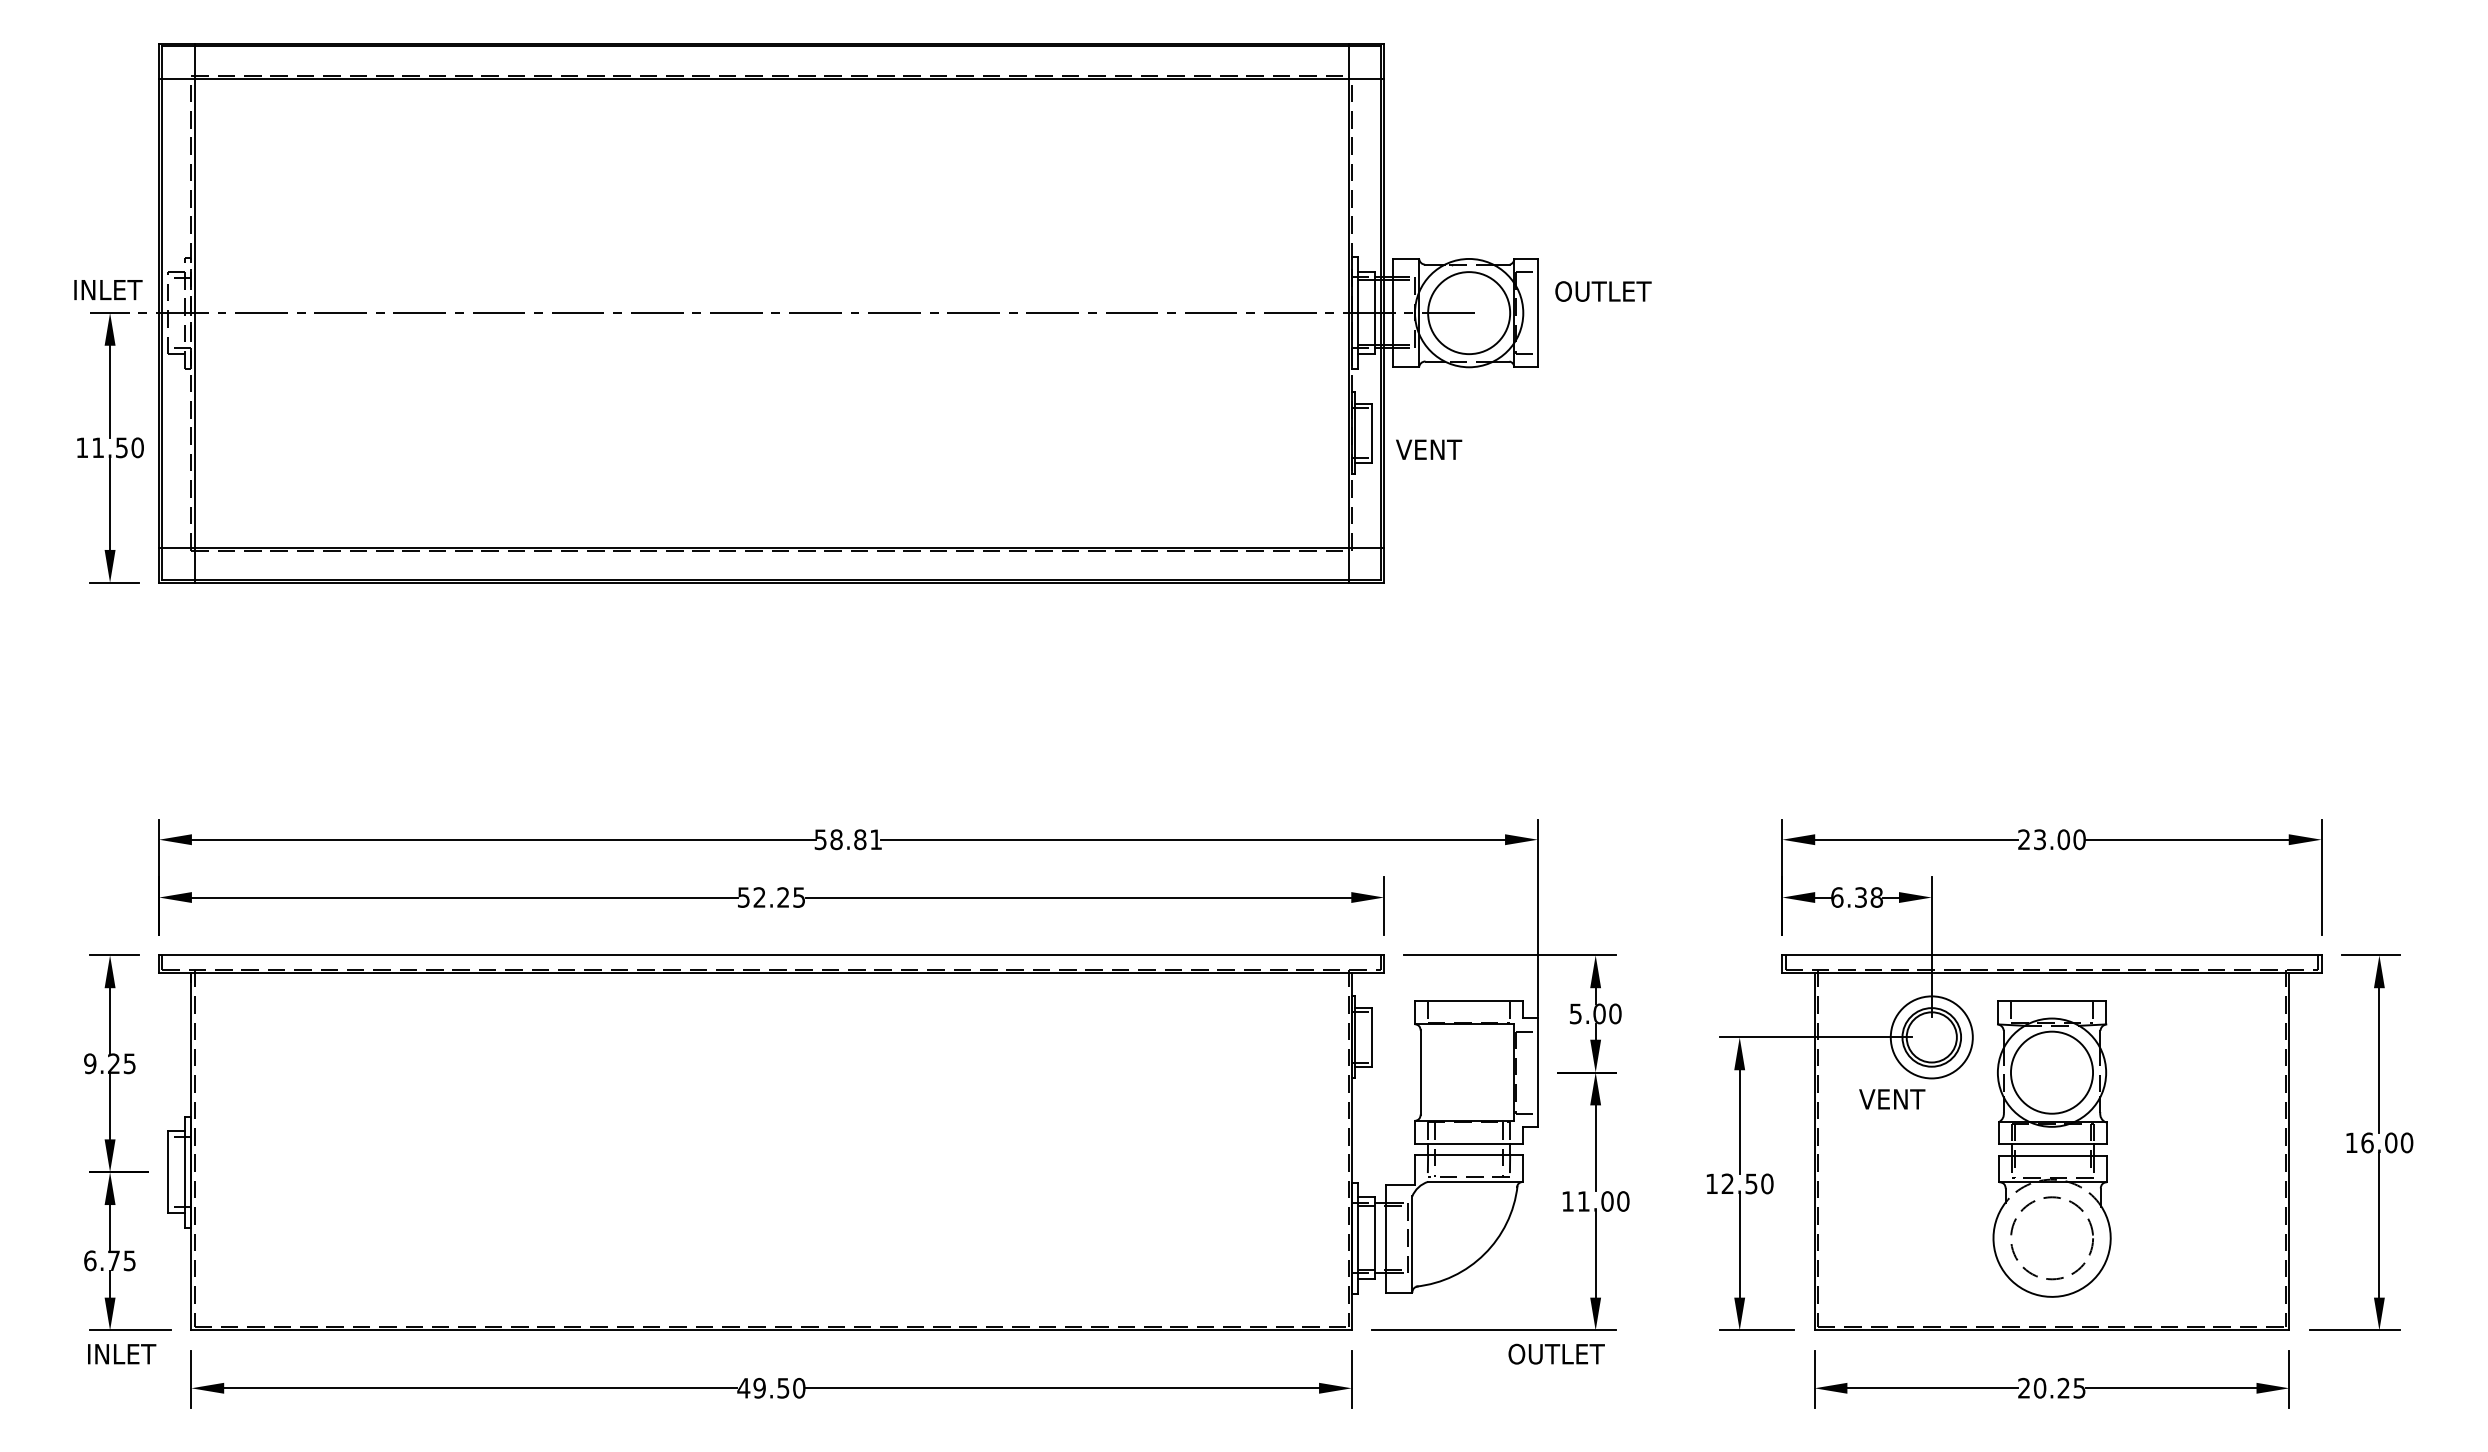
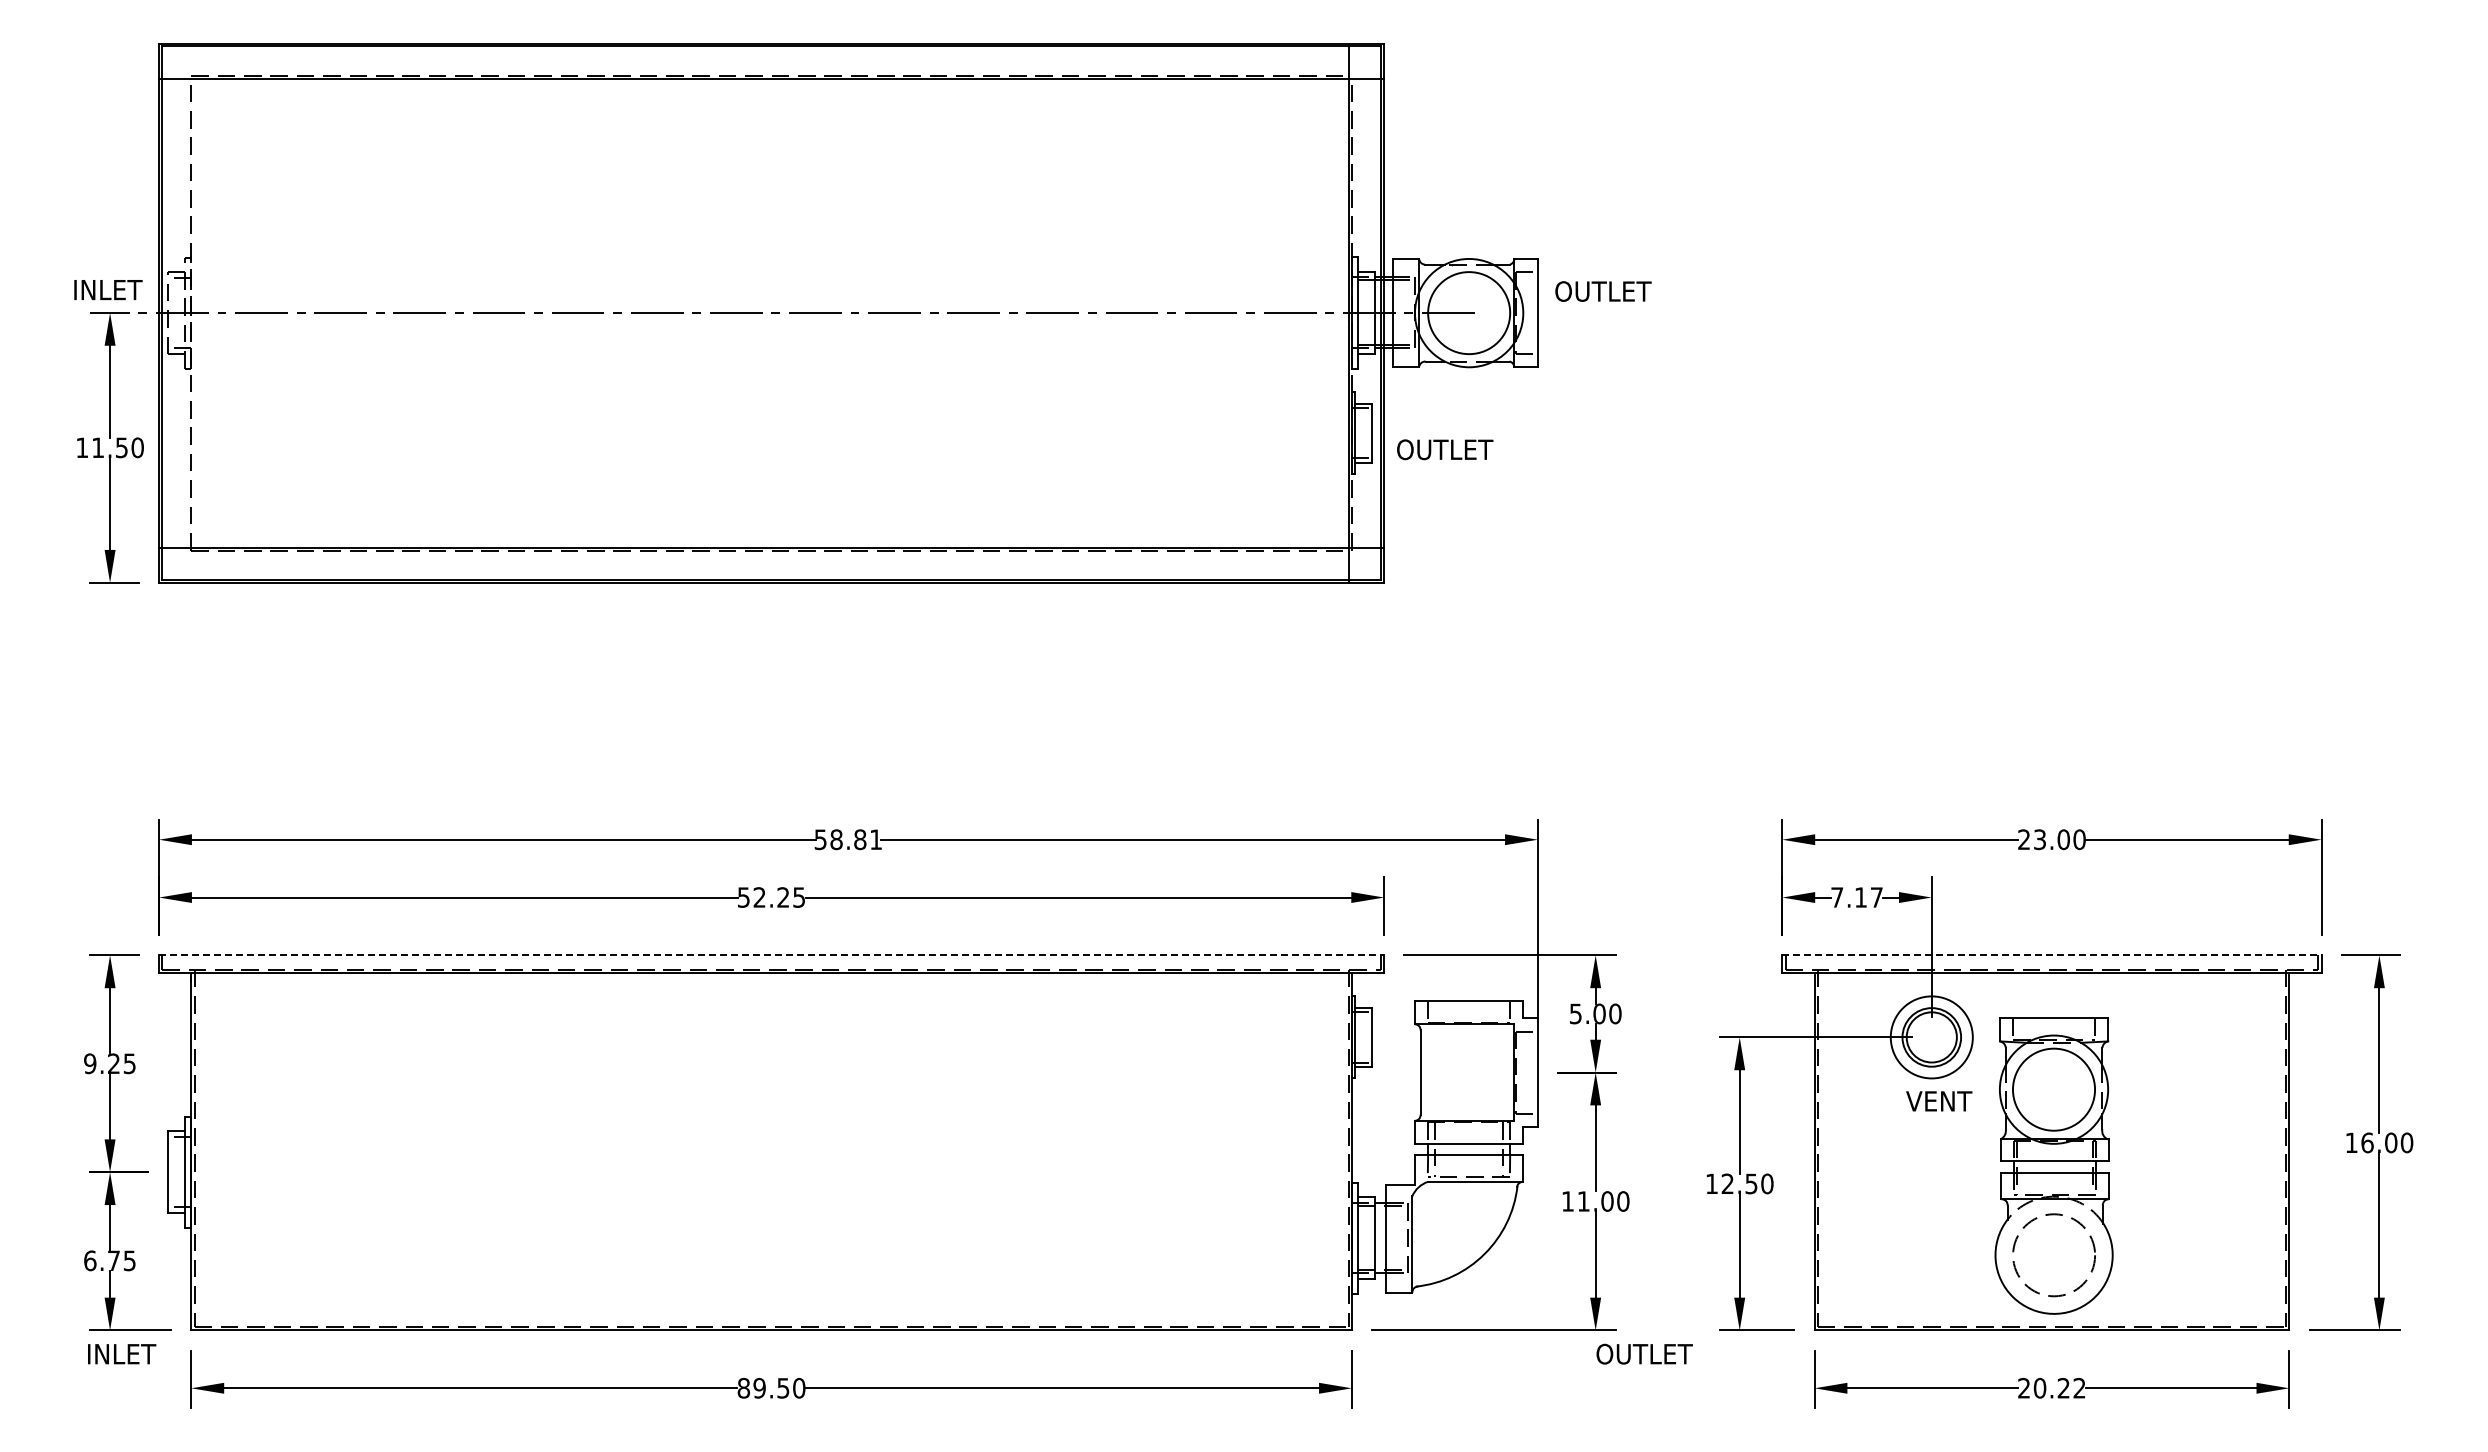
line at (194, 312): present -> none
text at (1444, 449): VENT -> OUTLET
text at (1856, 897): 6.38 -> 7.17
line at (771, 955): solid -> dashed
line at (2051, 955): solid -> dashed
text at (1892, 1099) position: (1892, 1099) -> (1939, 1101)
part at (2051, 1148) position: (2051, 1148) -> (2053, 1165)
text at (1556, 1353) position: (1556, 1353) -> (1644, 1353)
text at (743, 1387): 49.50 -> 89.50
text at (2079, 1387): 20.25 -> 20.22
